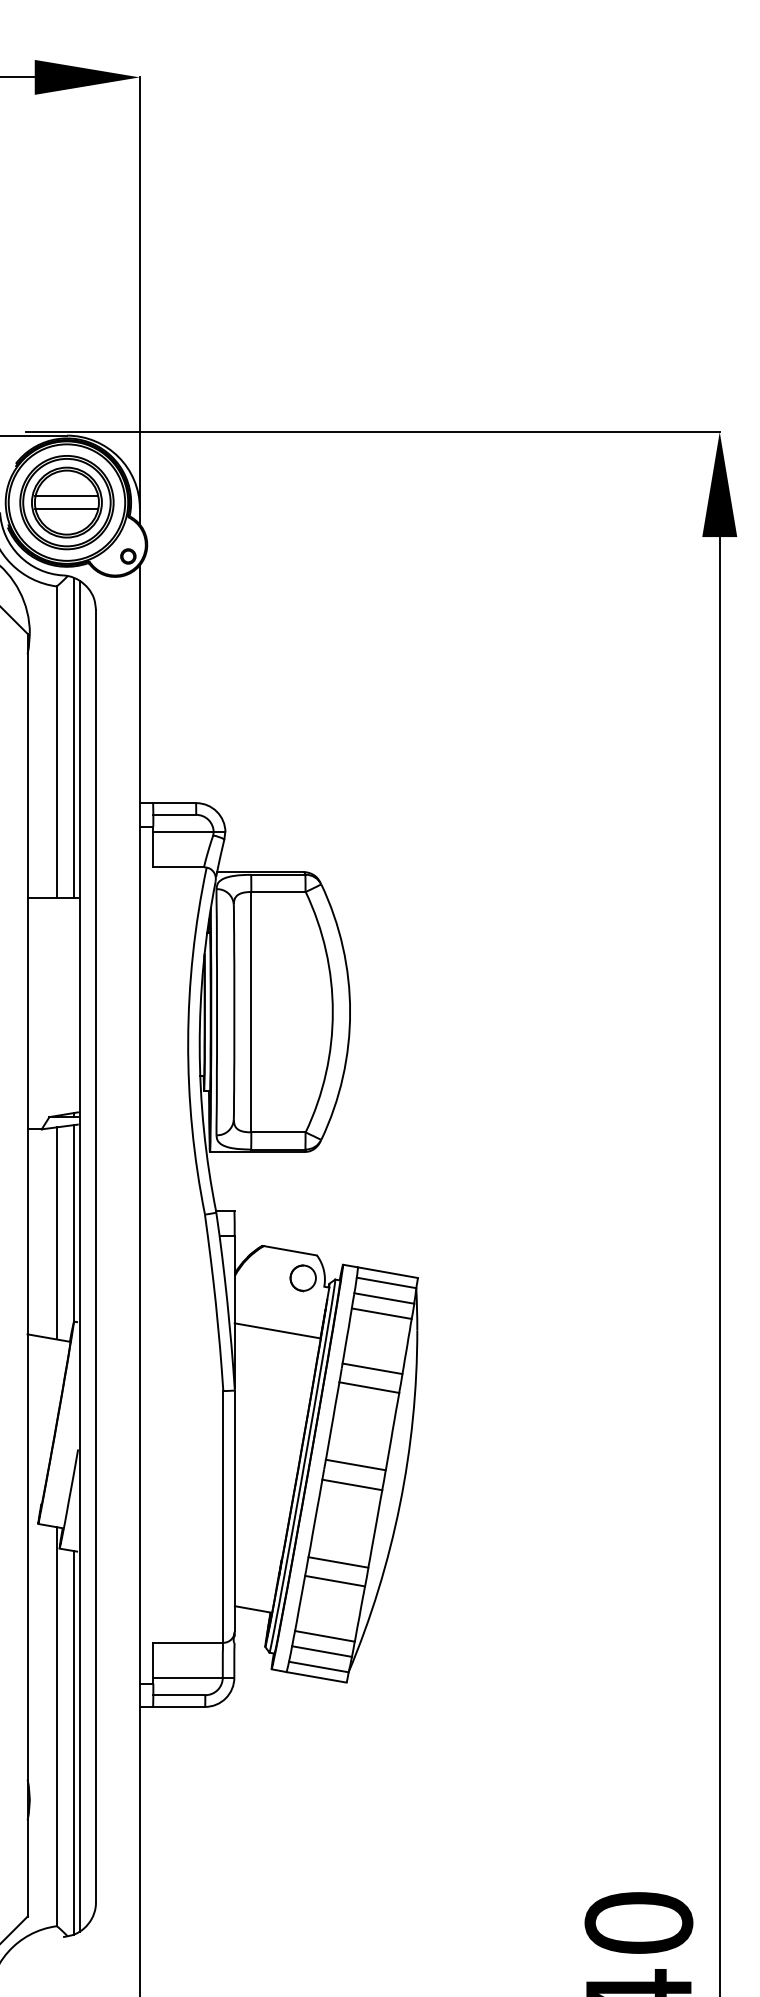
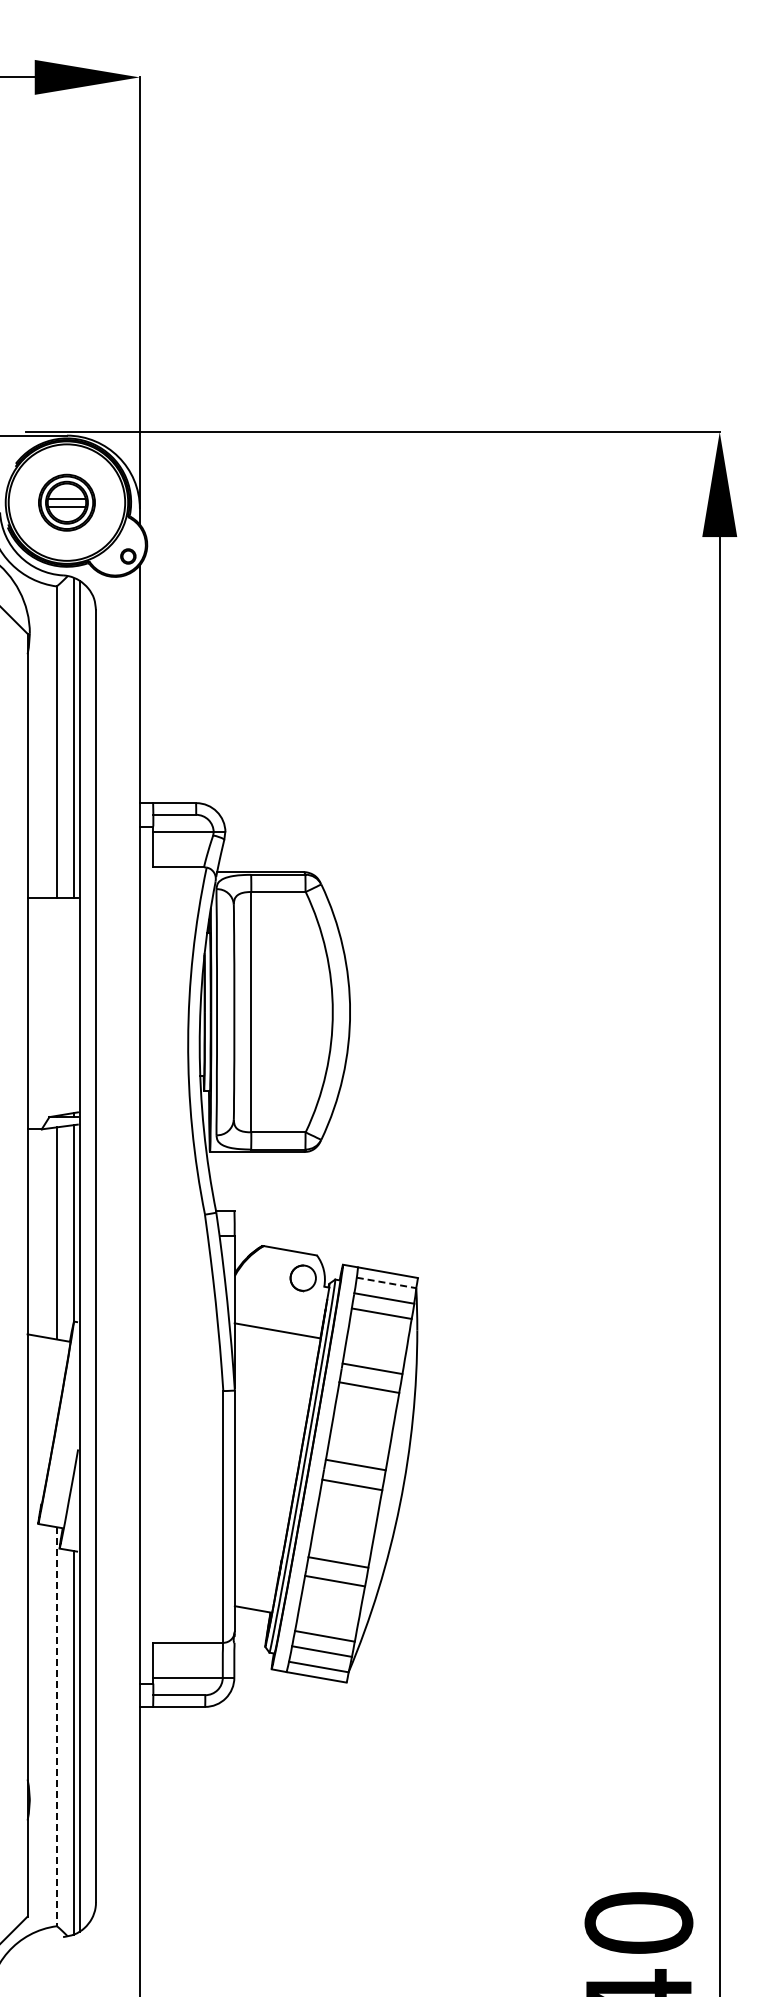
part at (66, 502) size: 96x96 px -> 58x59 px
line at (387, 1283): solid -> dashed
line at (56, 1727): solid -> dashed
